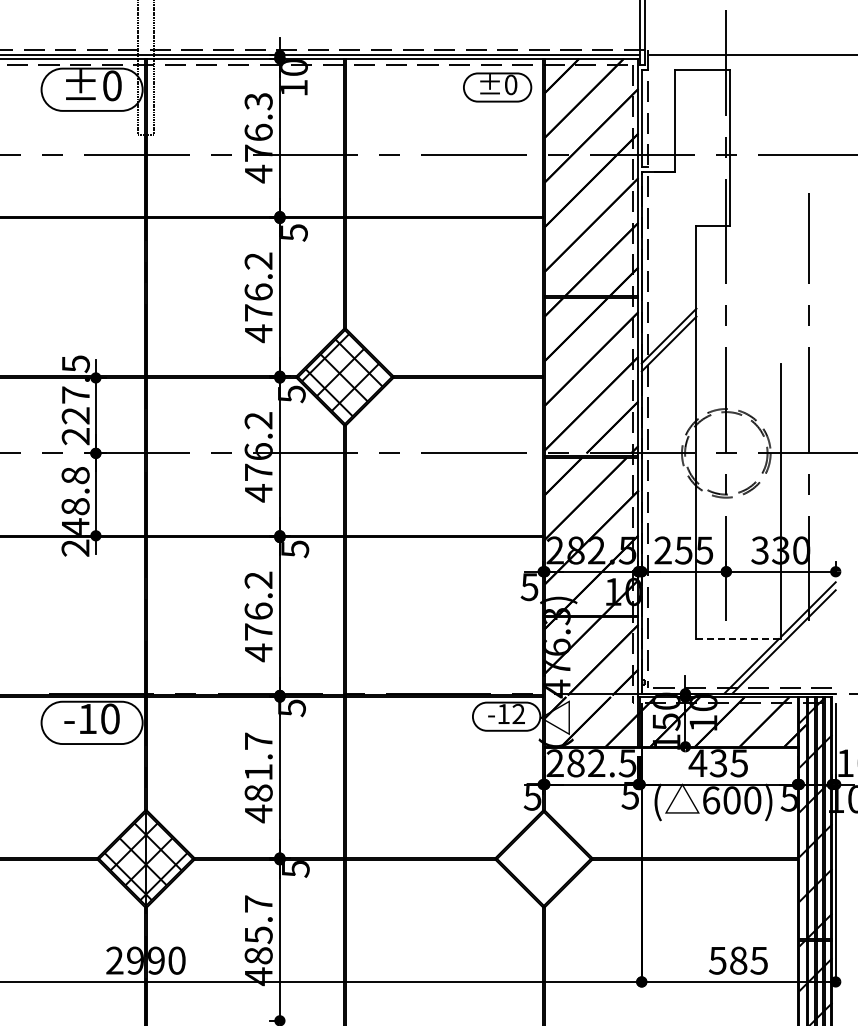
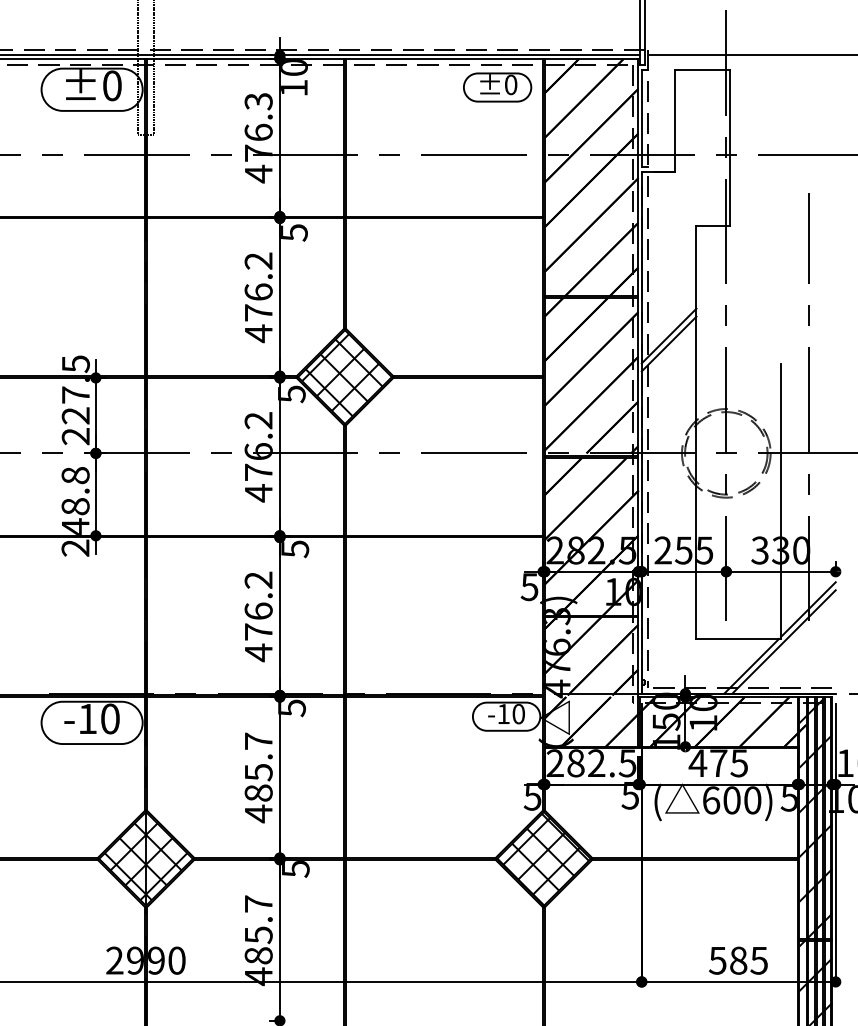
line at (739, 639): dashed -> solid
text at (518, 714): -12 -> -10
text at (718, 763): 435 -> 475
text at (258, 772): 481.7 -> 485.7
hatch at (542, 859): none -> present
